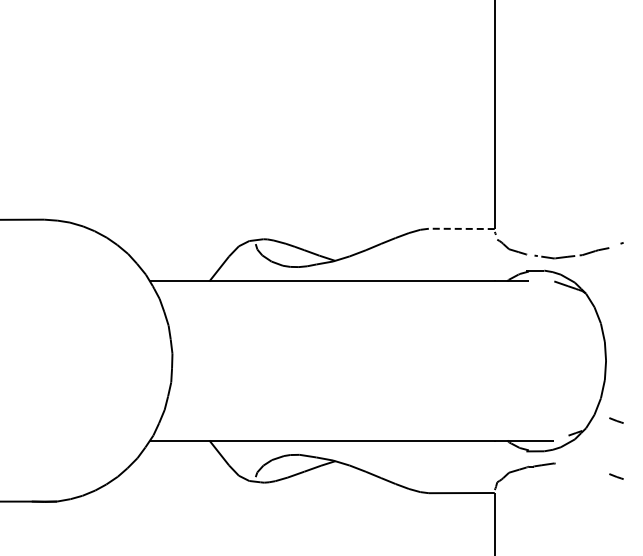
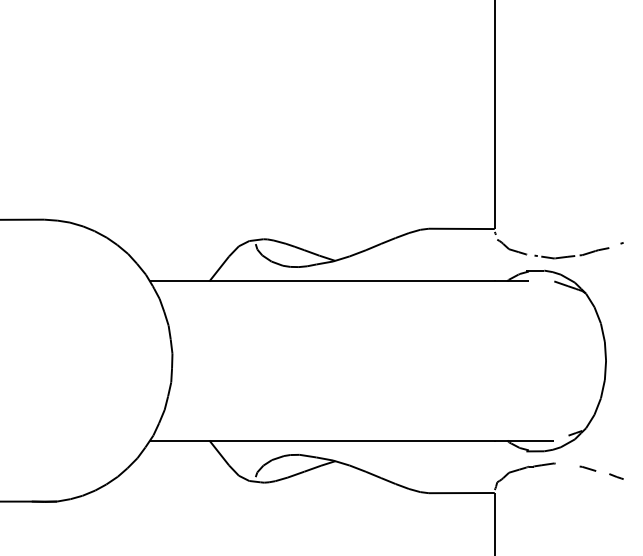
line at (461, 228): dashed -> solid
line at (616, 420): present -> none
line at (587, 468): none -> present
